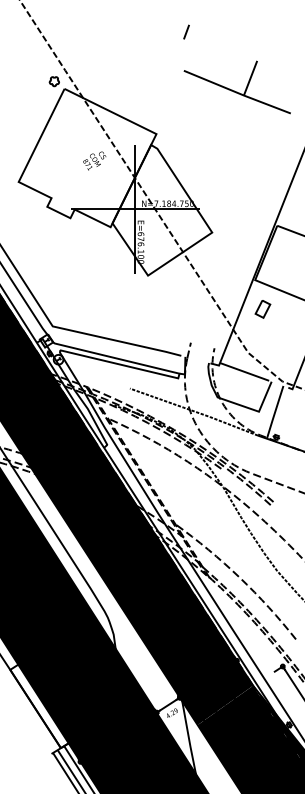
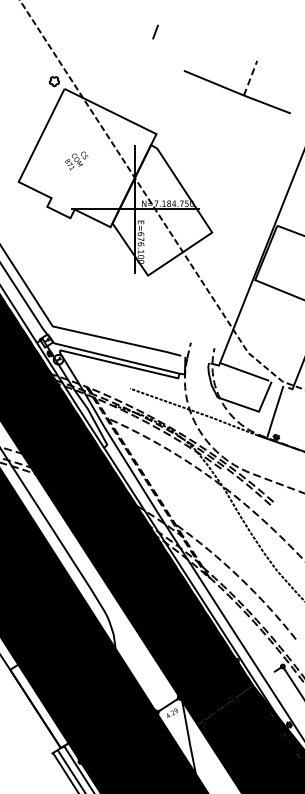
line at (186, 31) position: (186, 31) -> (155, 31)
line at (250, 78): solid -> dashed
text at (94, 160) position: (94, 160) -> (76, 160)
part at (262, 309): present -> none
